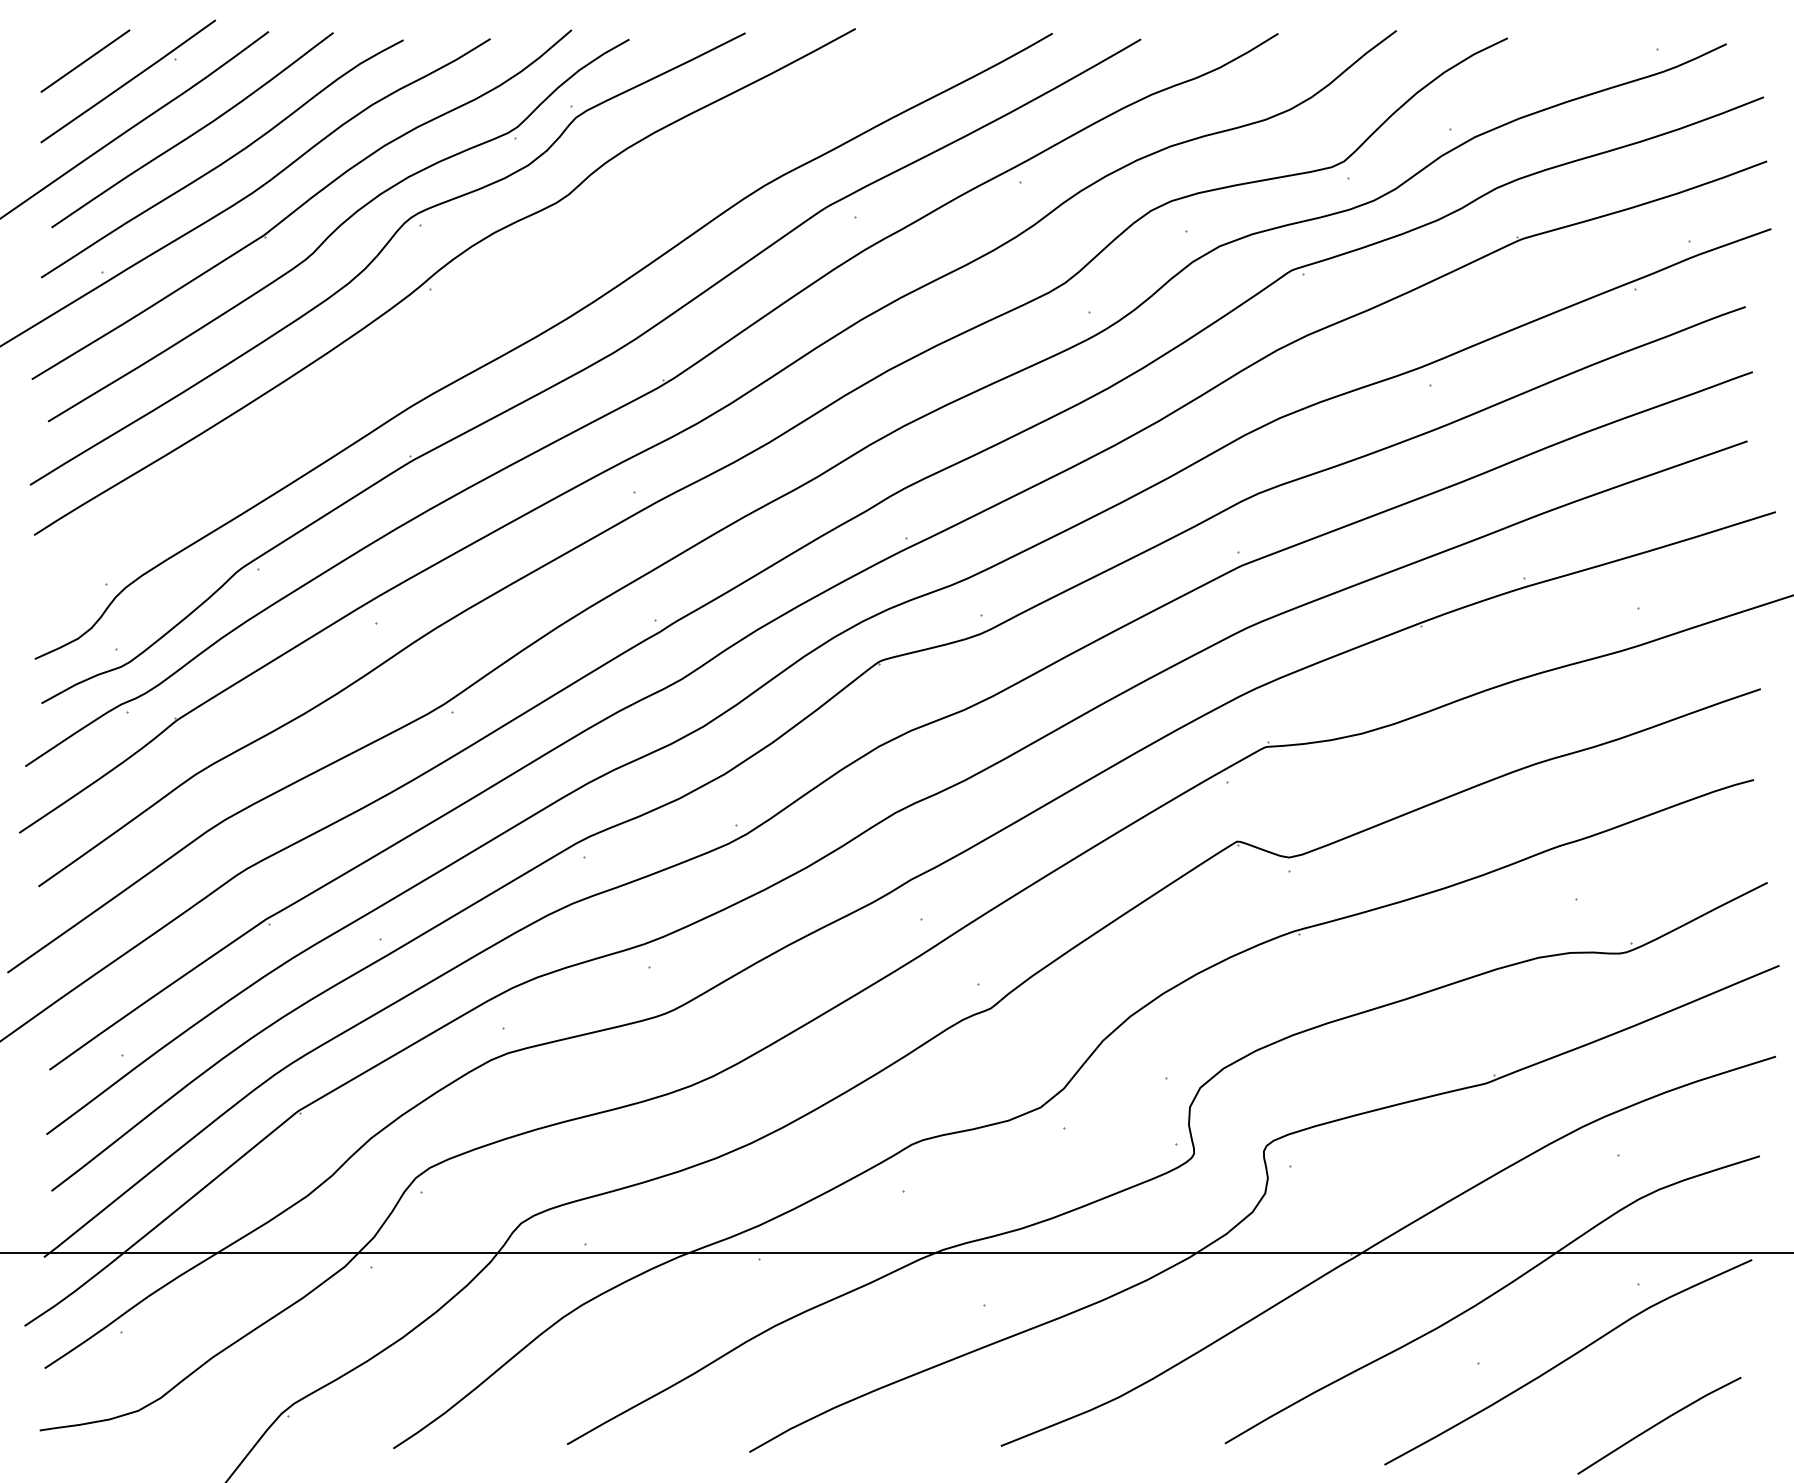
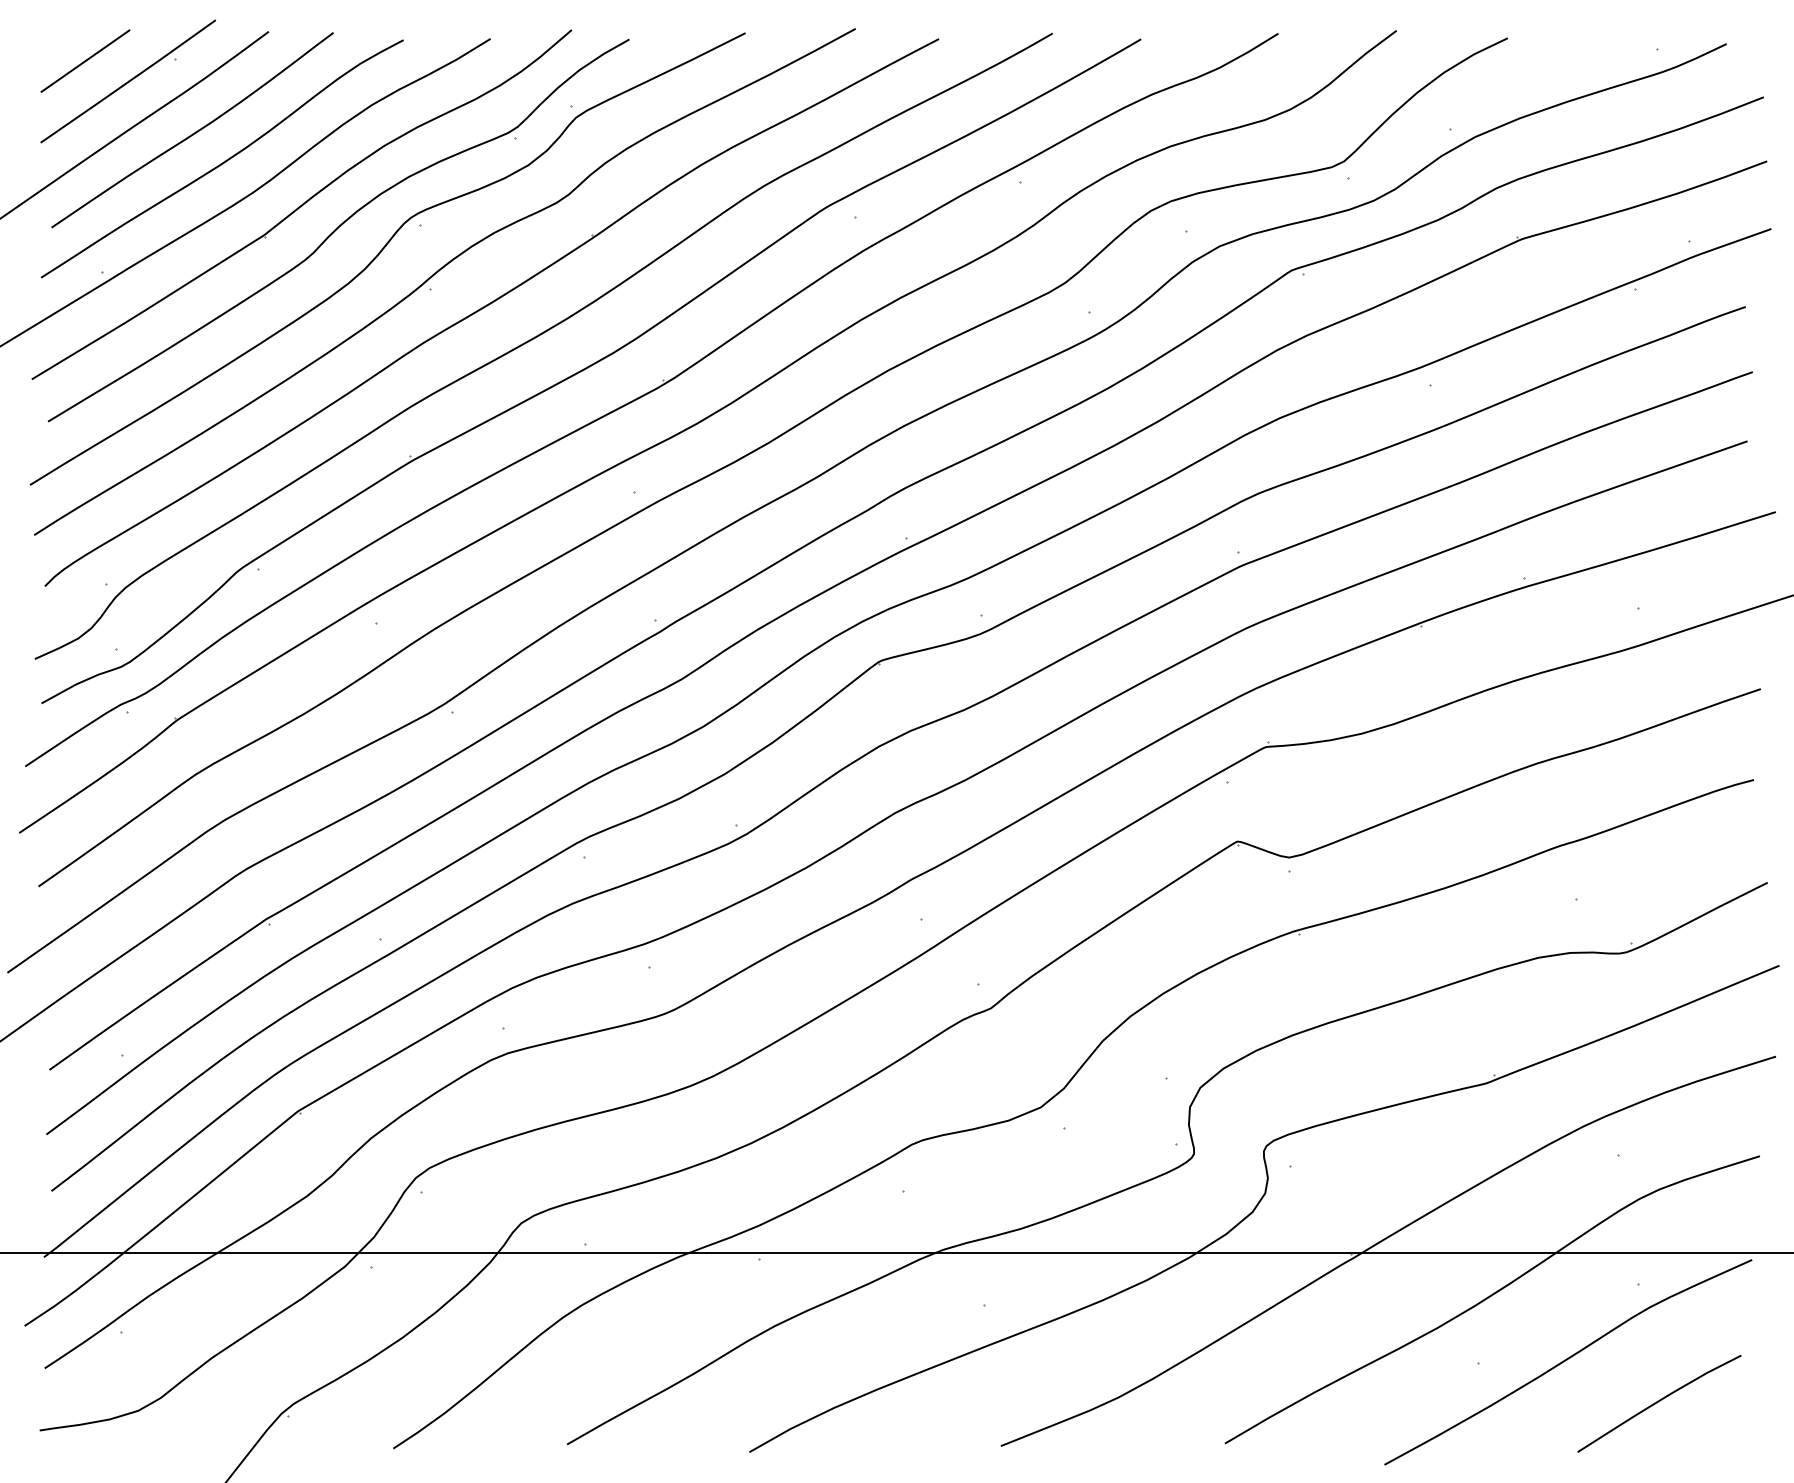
part at (487, 306): none -> present
curve at (1658, 1424) position: (1658, 1424) -> (1658, 1402)
